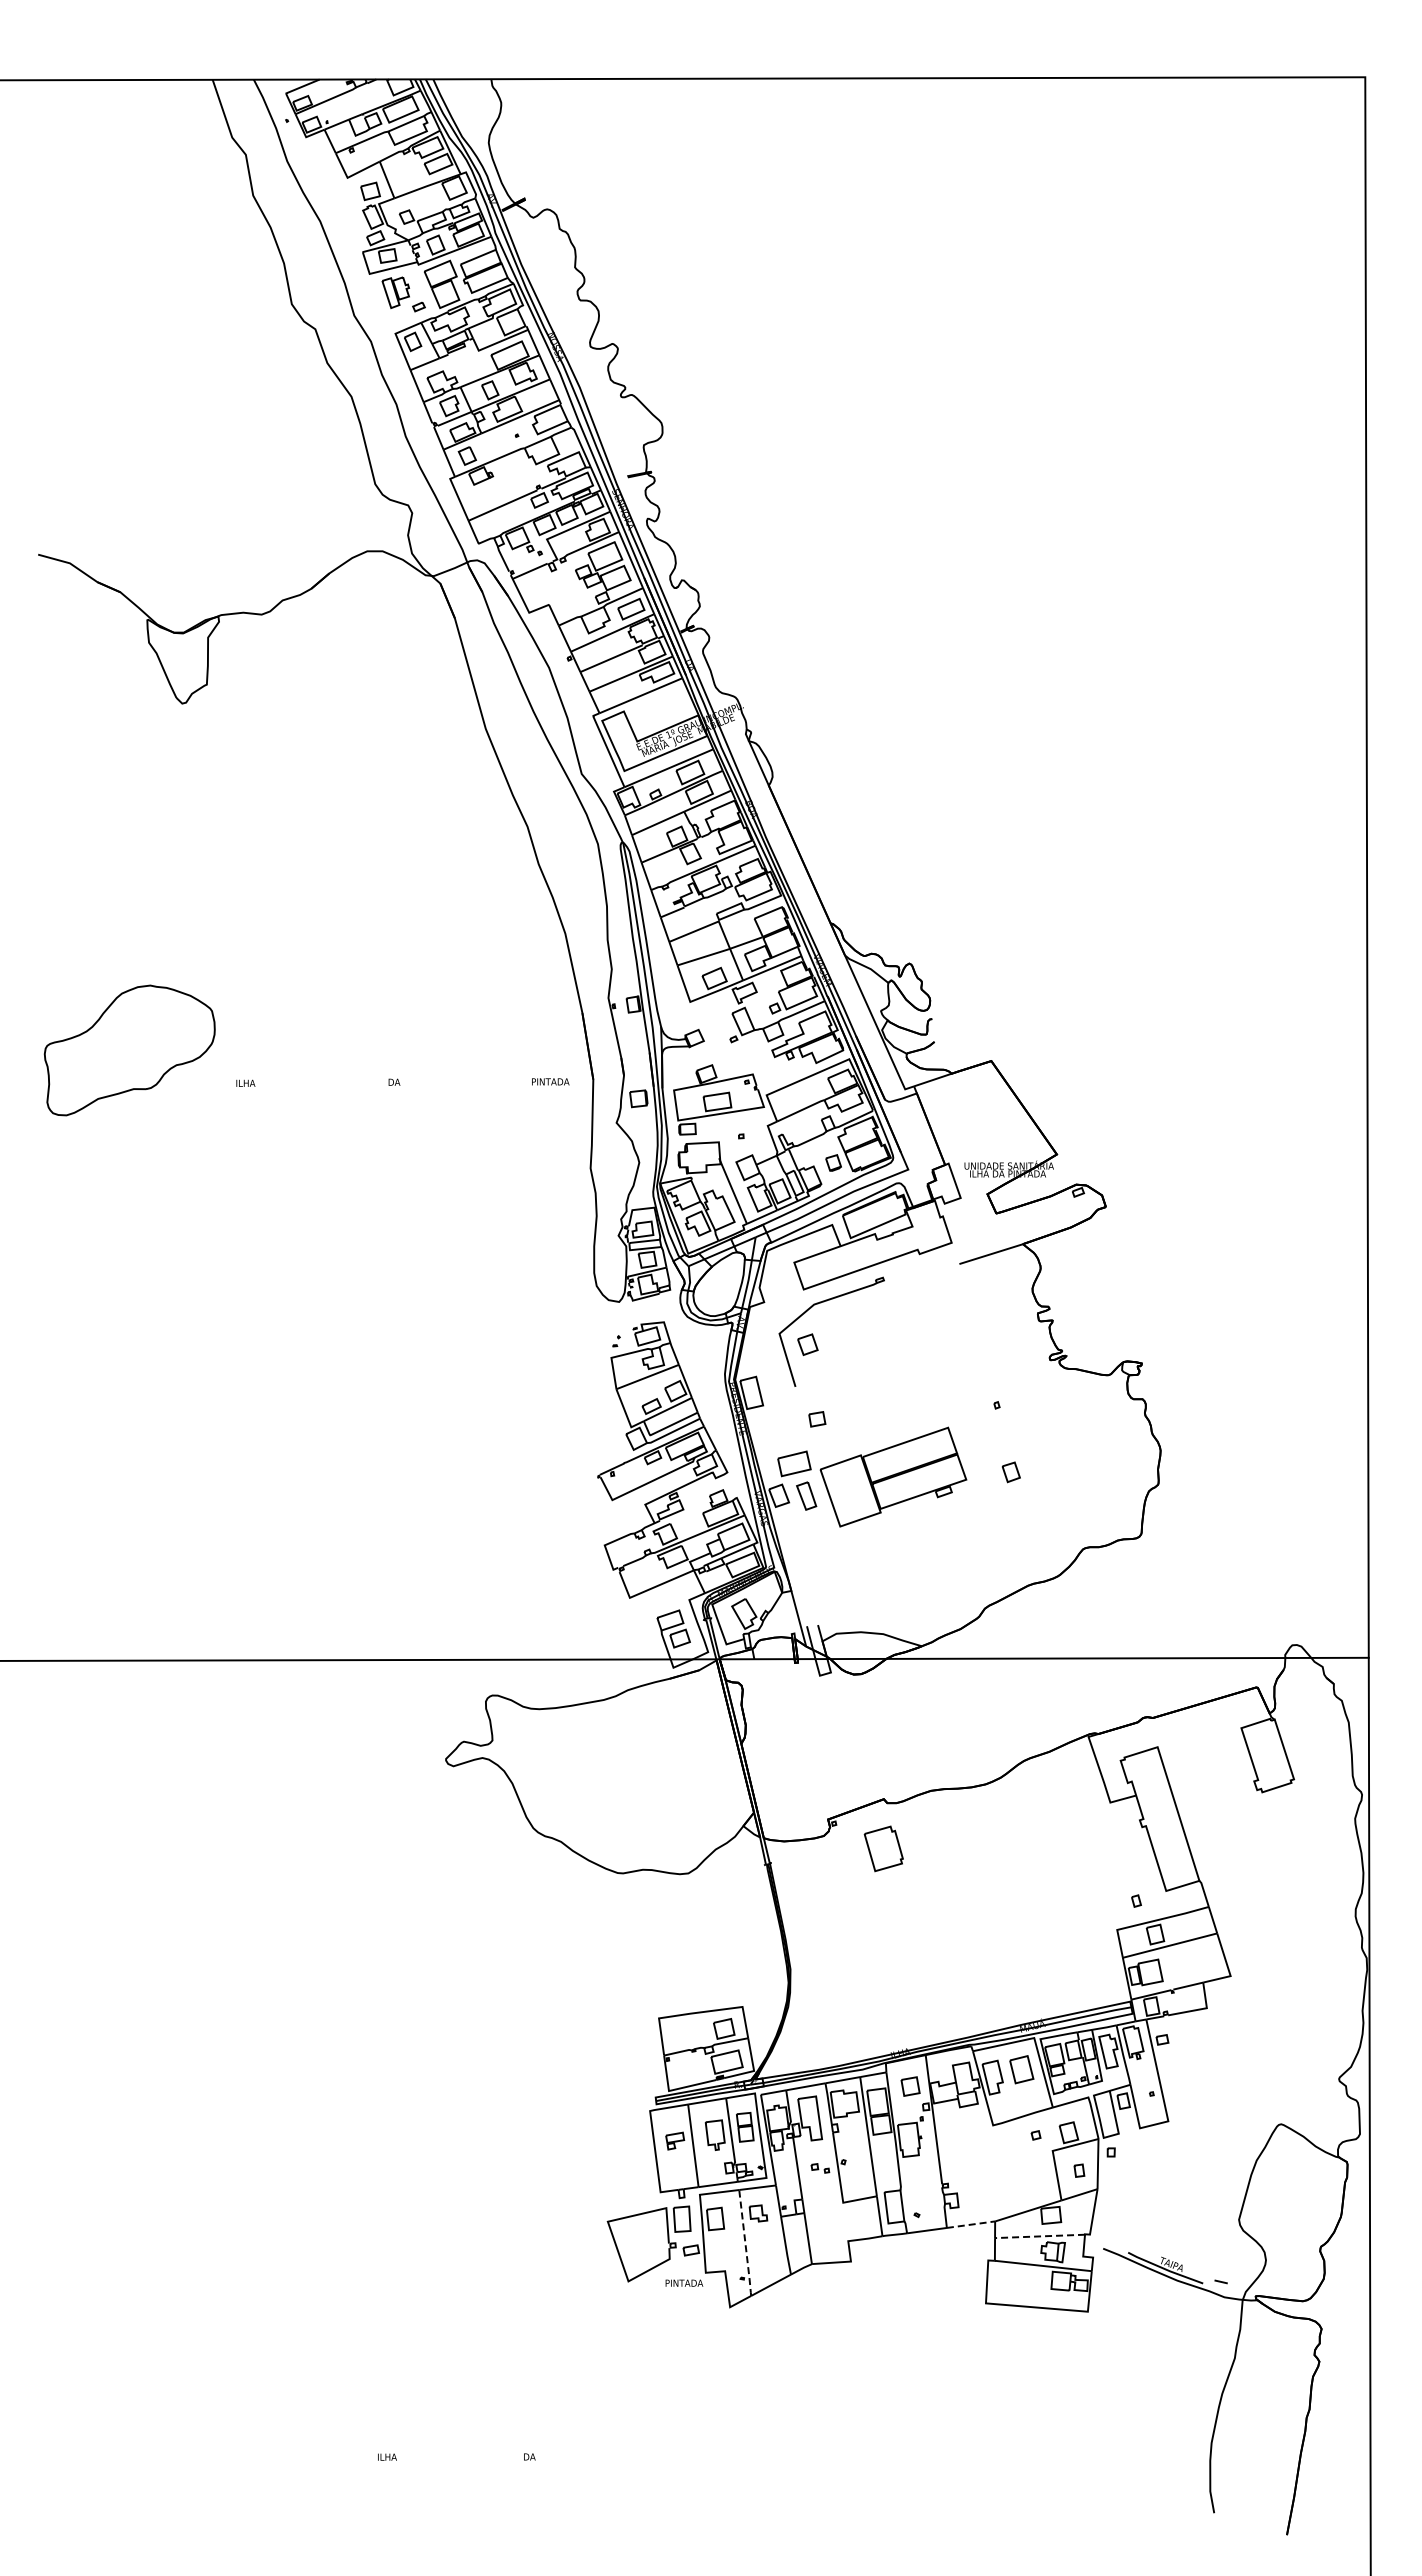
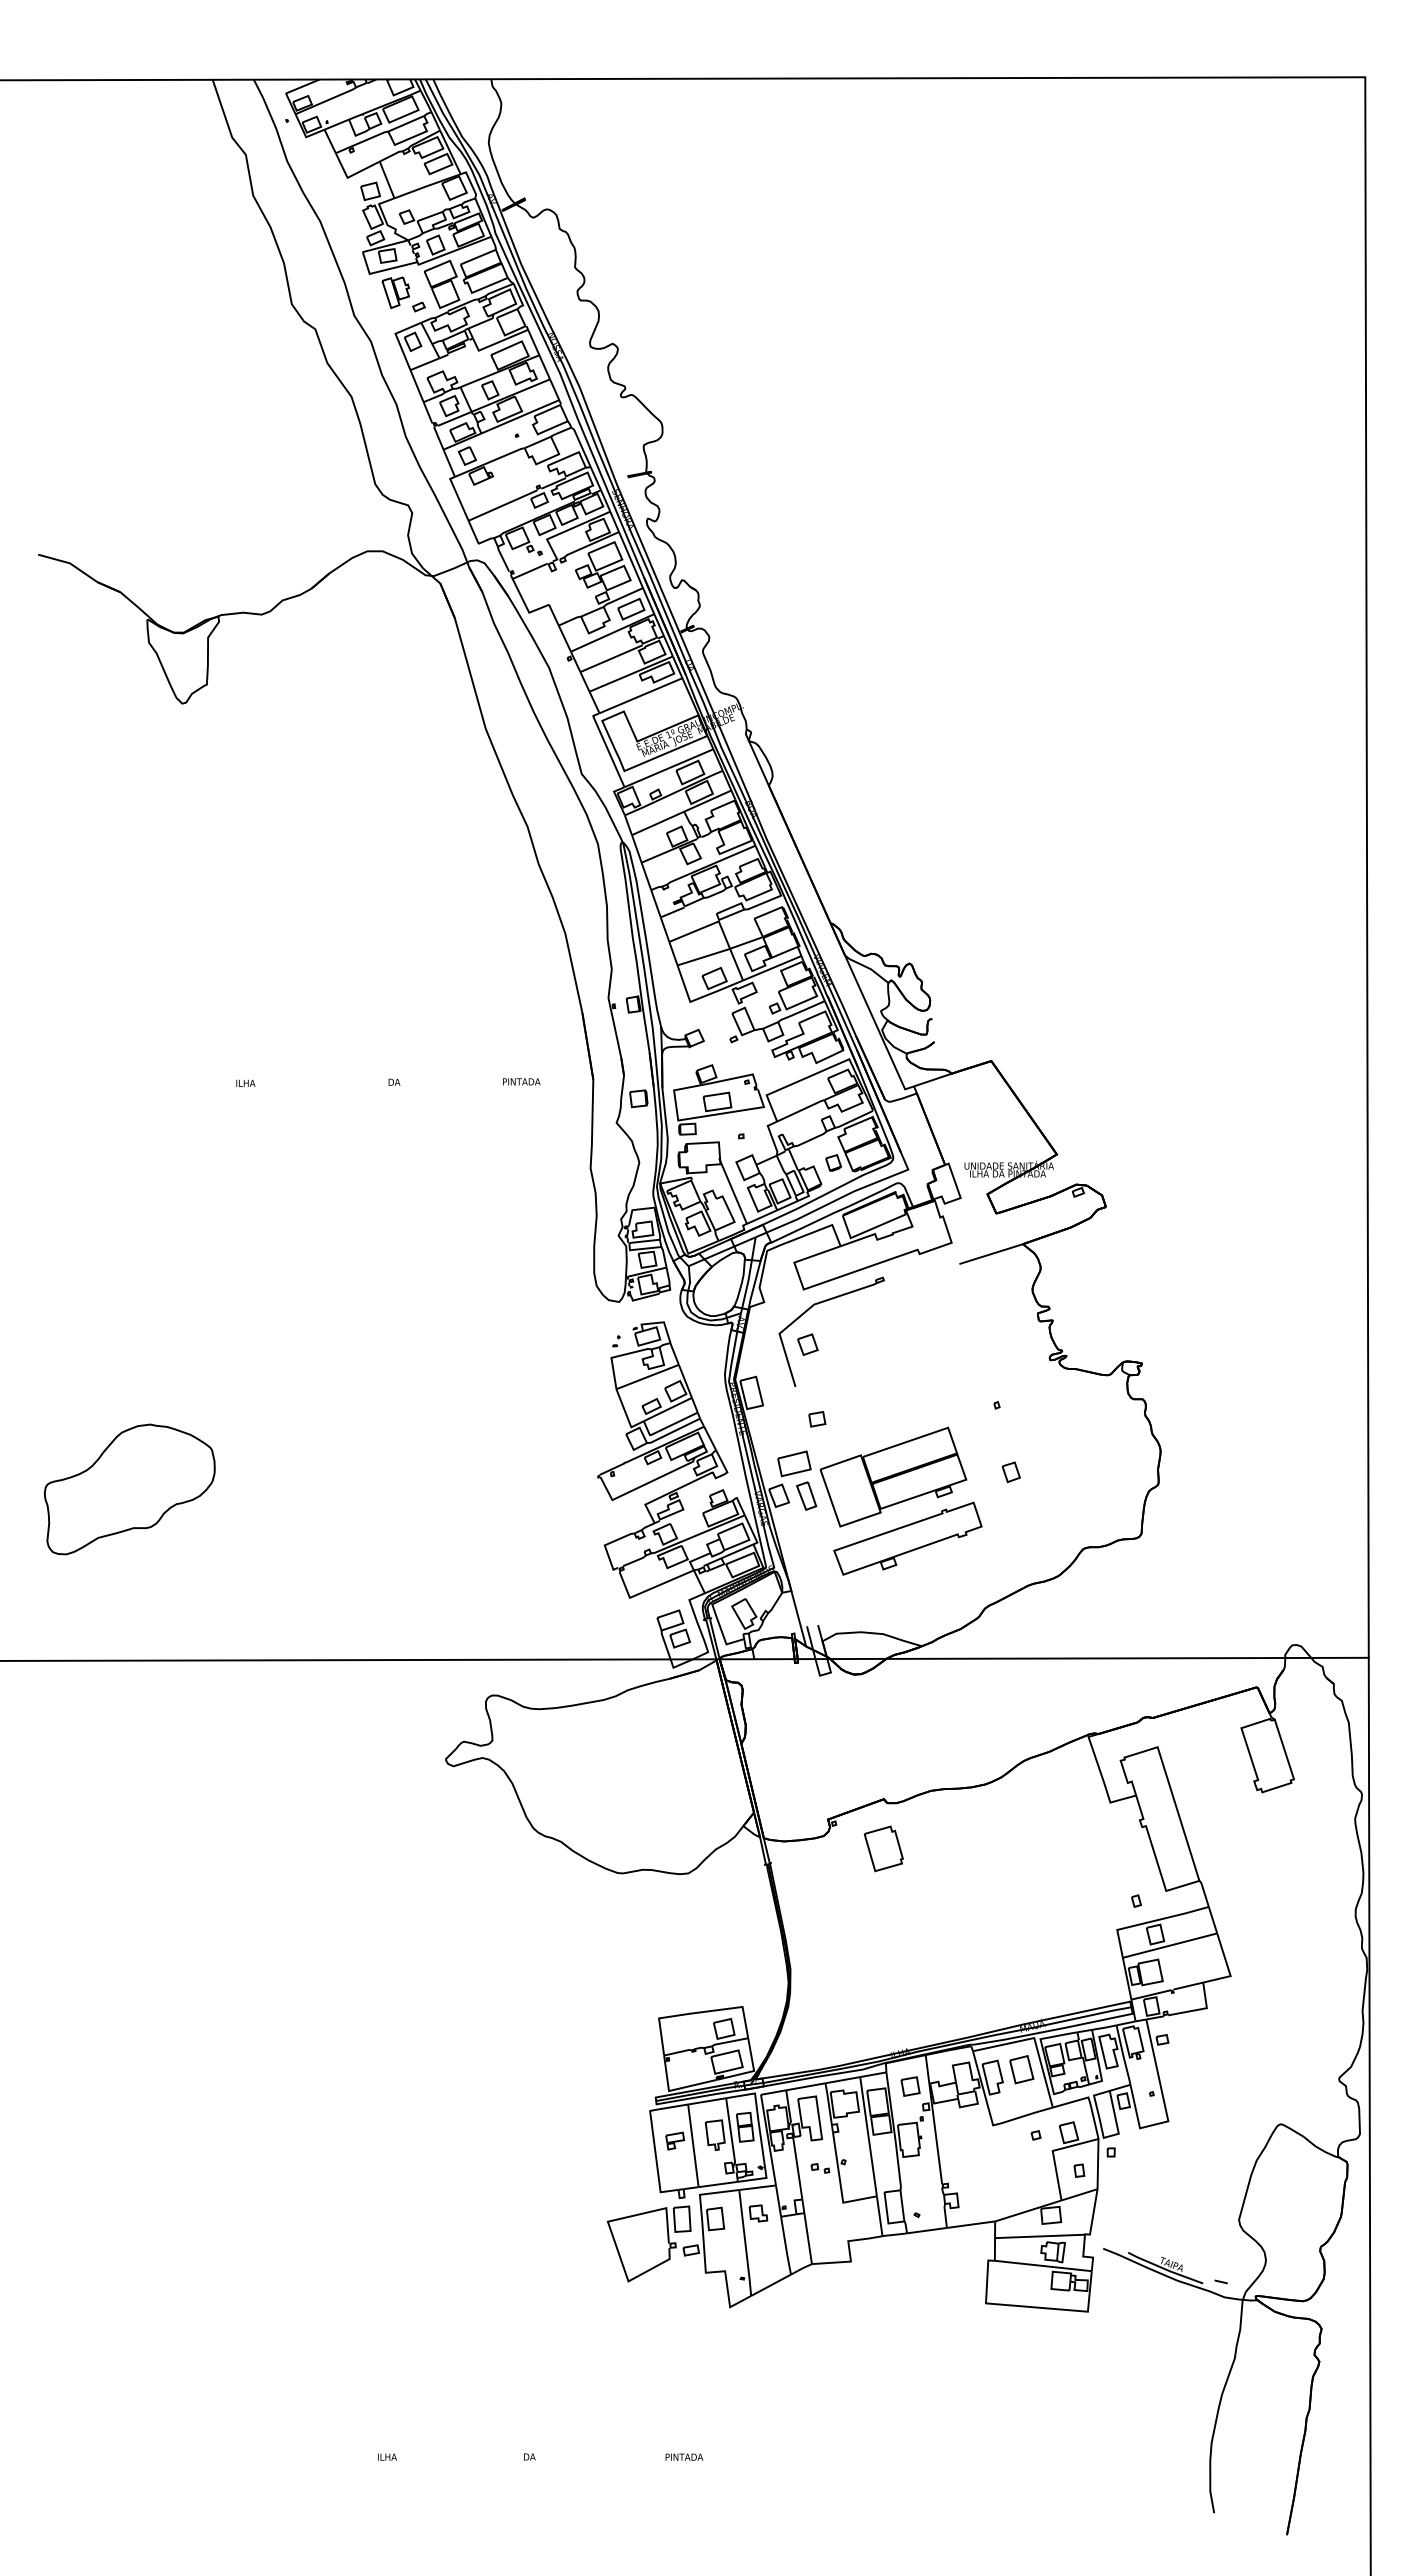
part at (129, 1050) position: (129, 1050) -> (129, 1489)
text at (550, 1081) position: (550, 1081) -> (521, 1081)
part at (907, 1538): none -> present
line at (971, 2224): dashed -> solid
line at (1039, 2236): dashed -> solid
line at (745, 2244): dashed -> solid
text at (684, 2282) position: (684, 2282) -> (684, 2456)
